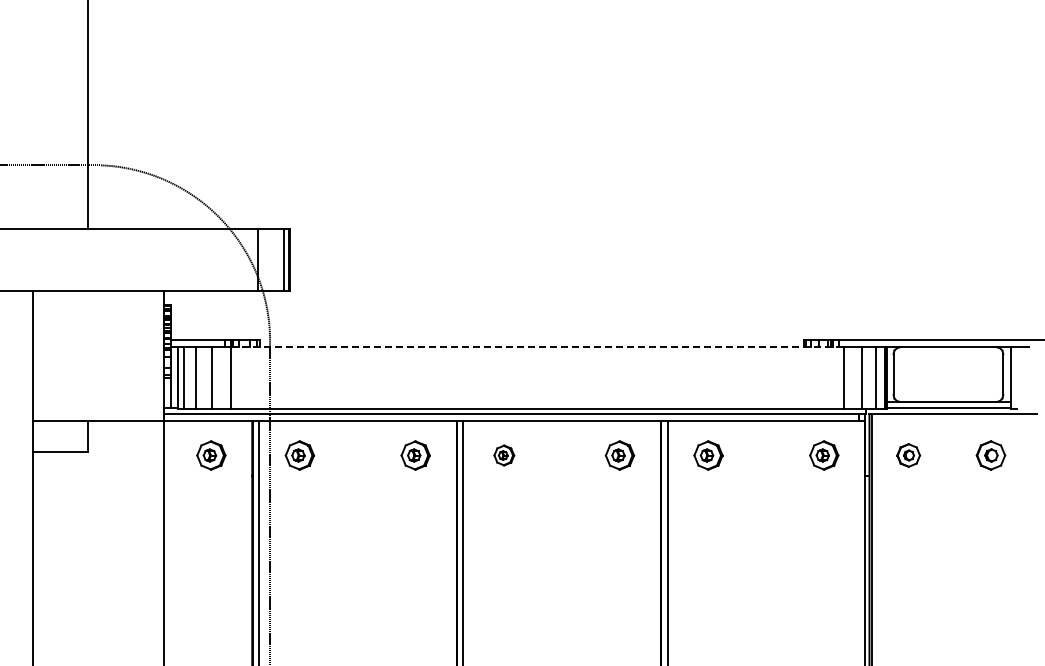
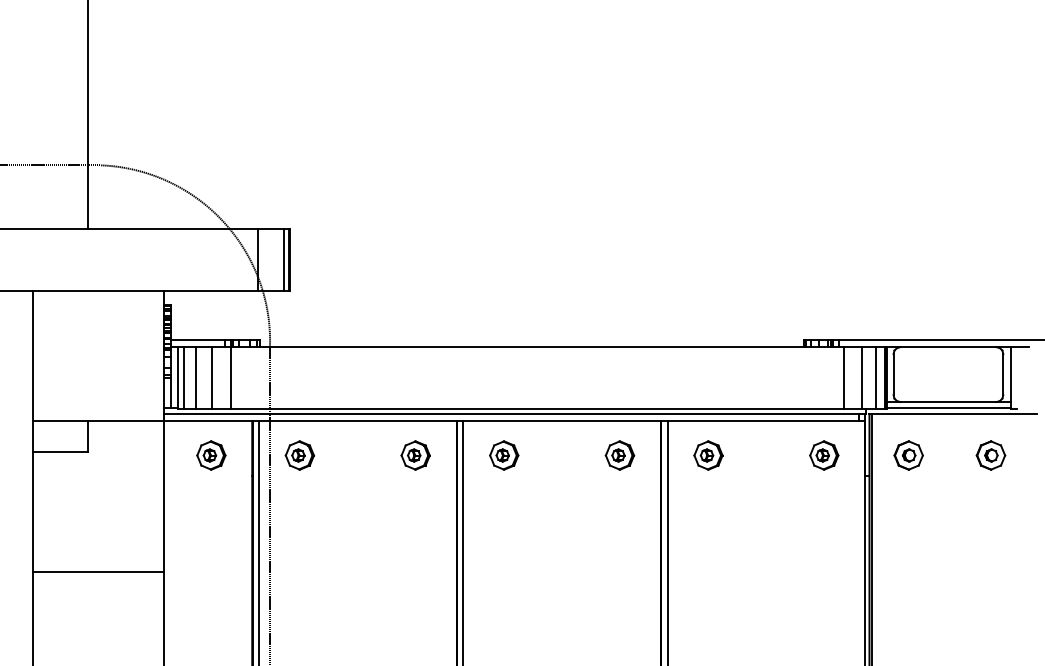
line at (537, 347): dashed -> solid
part at (504, 455) size: 23x23 px -> 31x31 px
part at (908, 455) size: 26x25 px -> 31x31 px
line at (98, 572): none -> present
